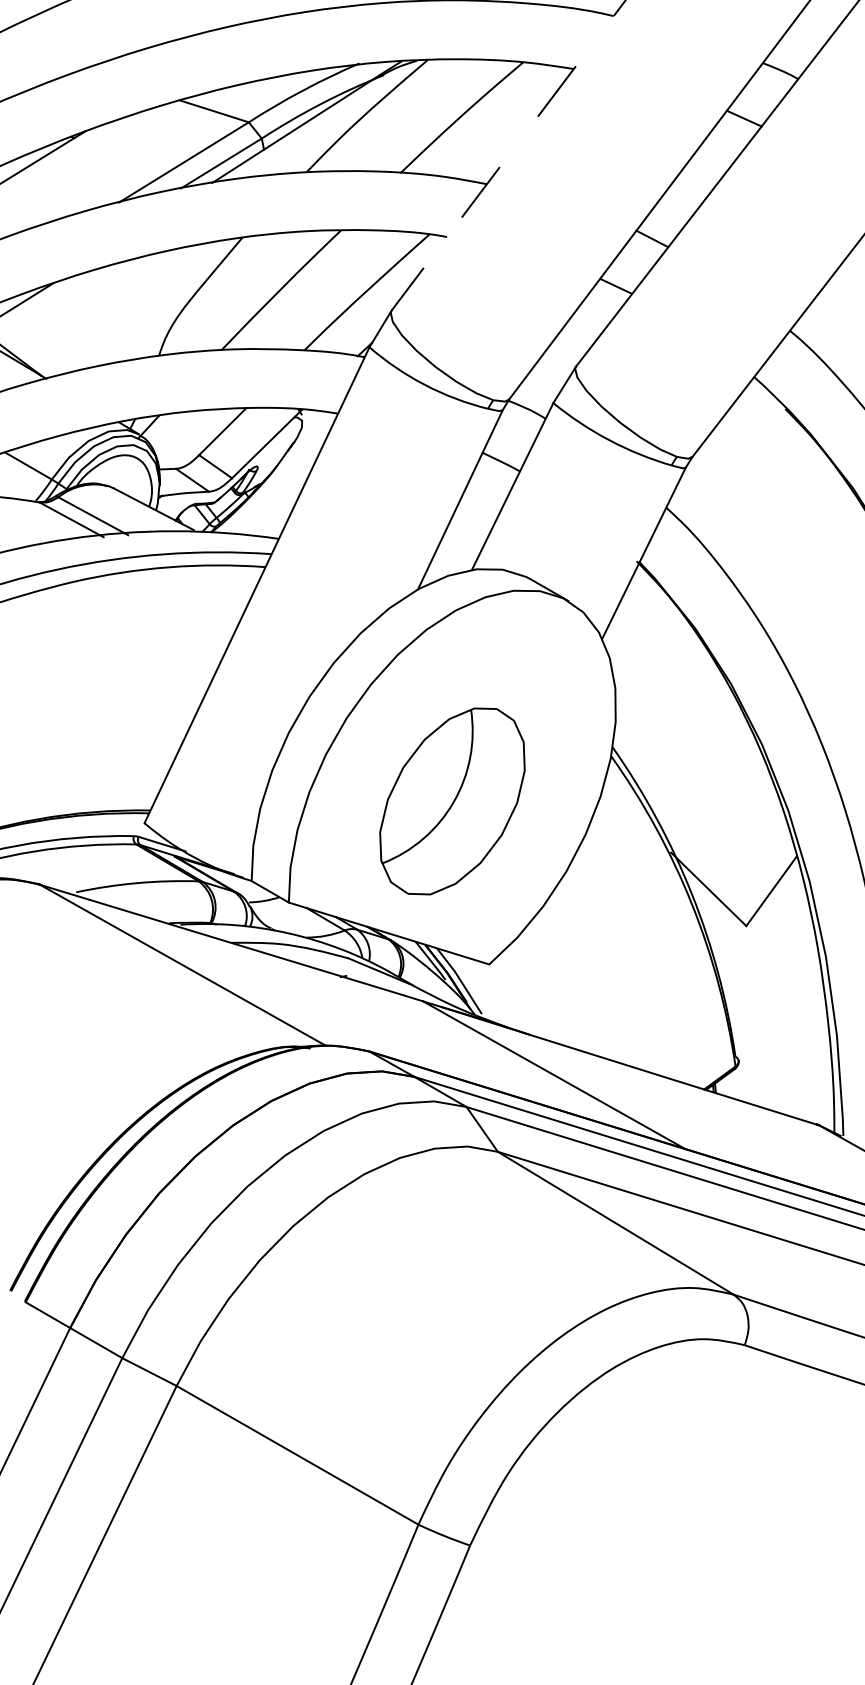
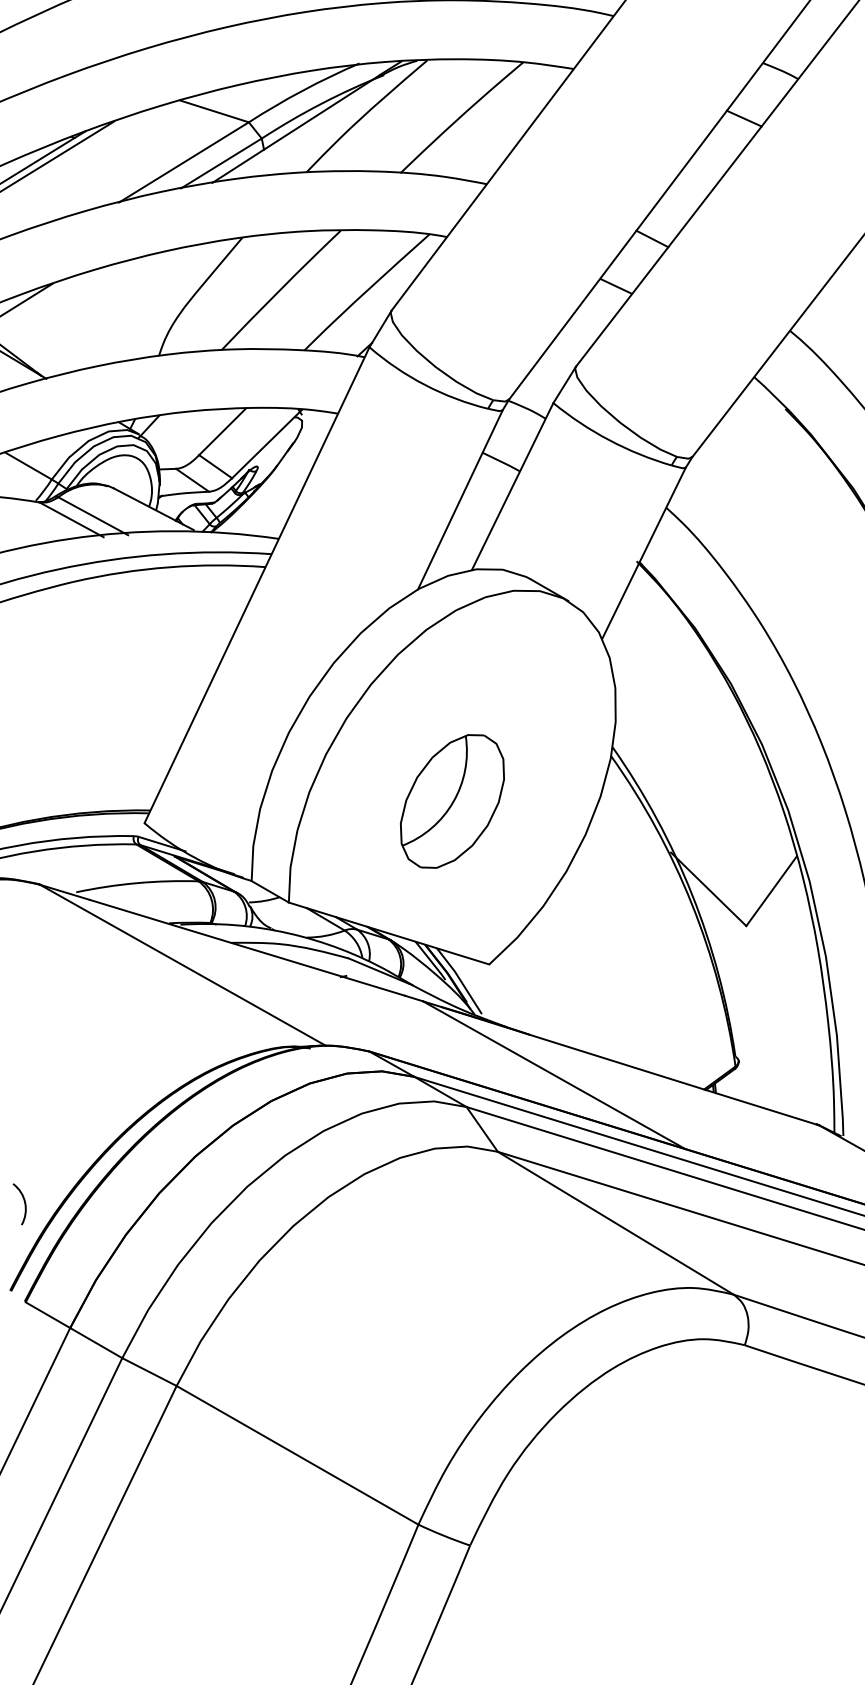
line at (58, 155): none -> present
line at (508, 155): dashed -> solid
part at (452, 801) size: 147x189 px -> 105x135 px
arc at (23, 1201): none -> present
